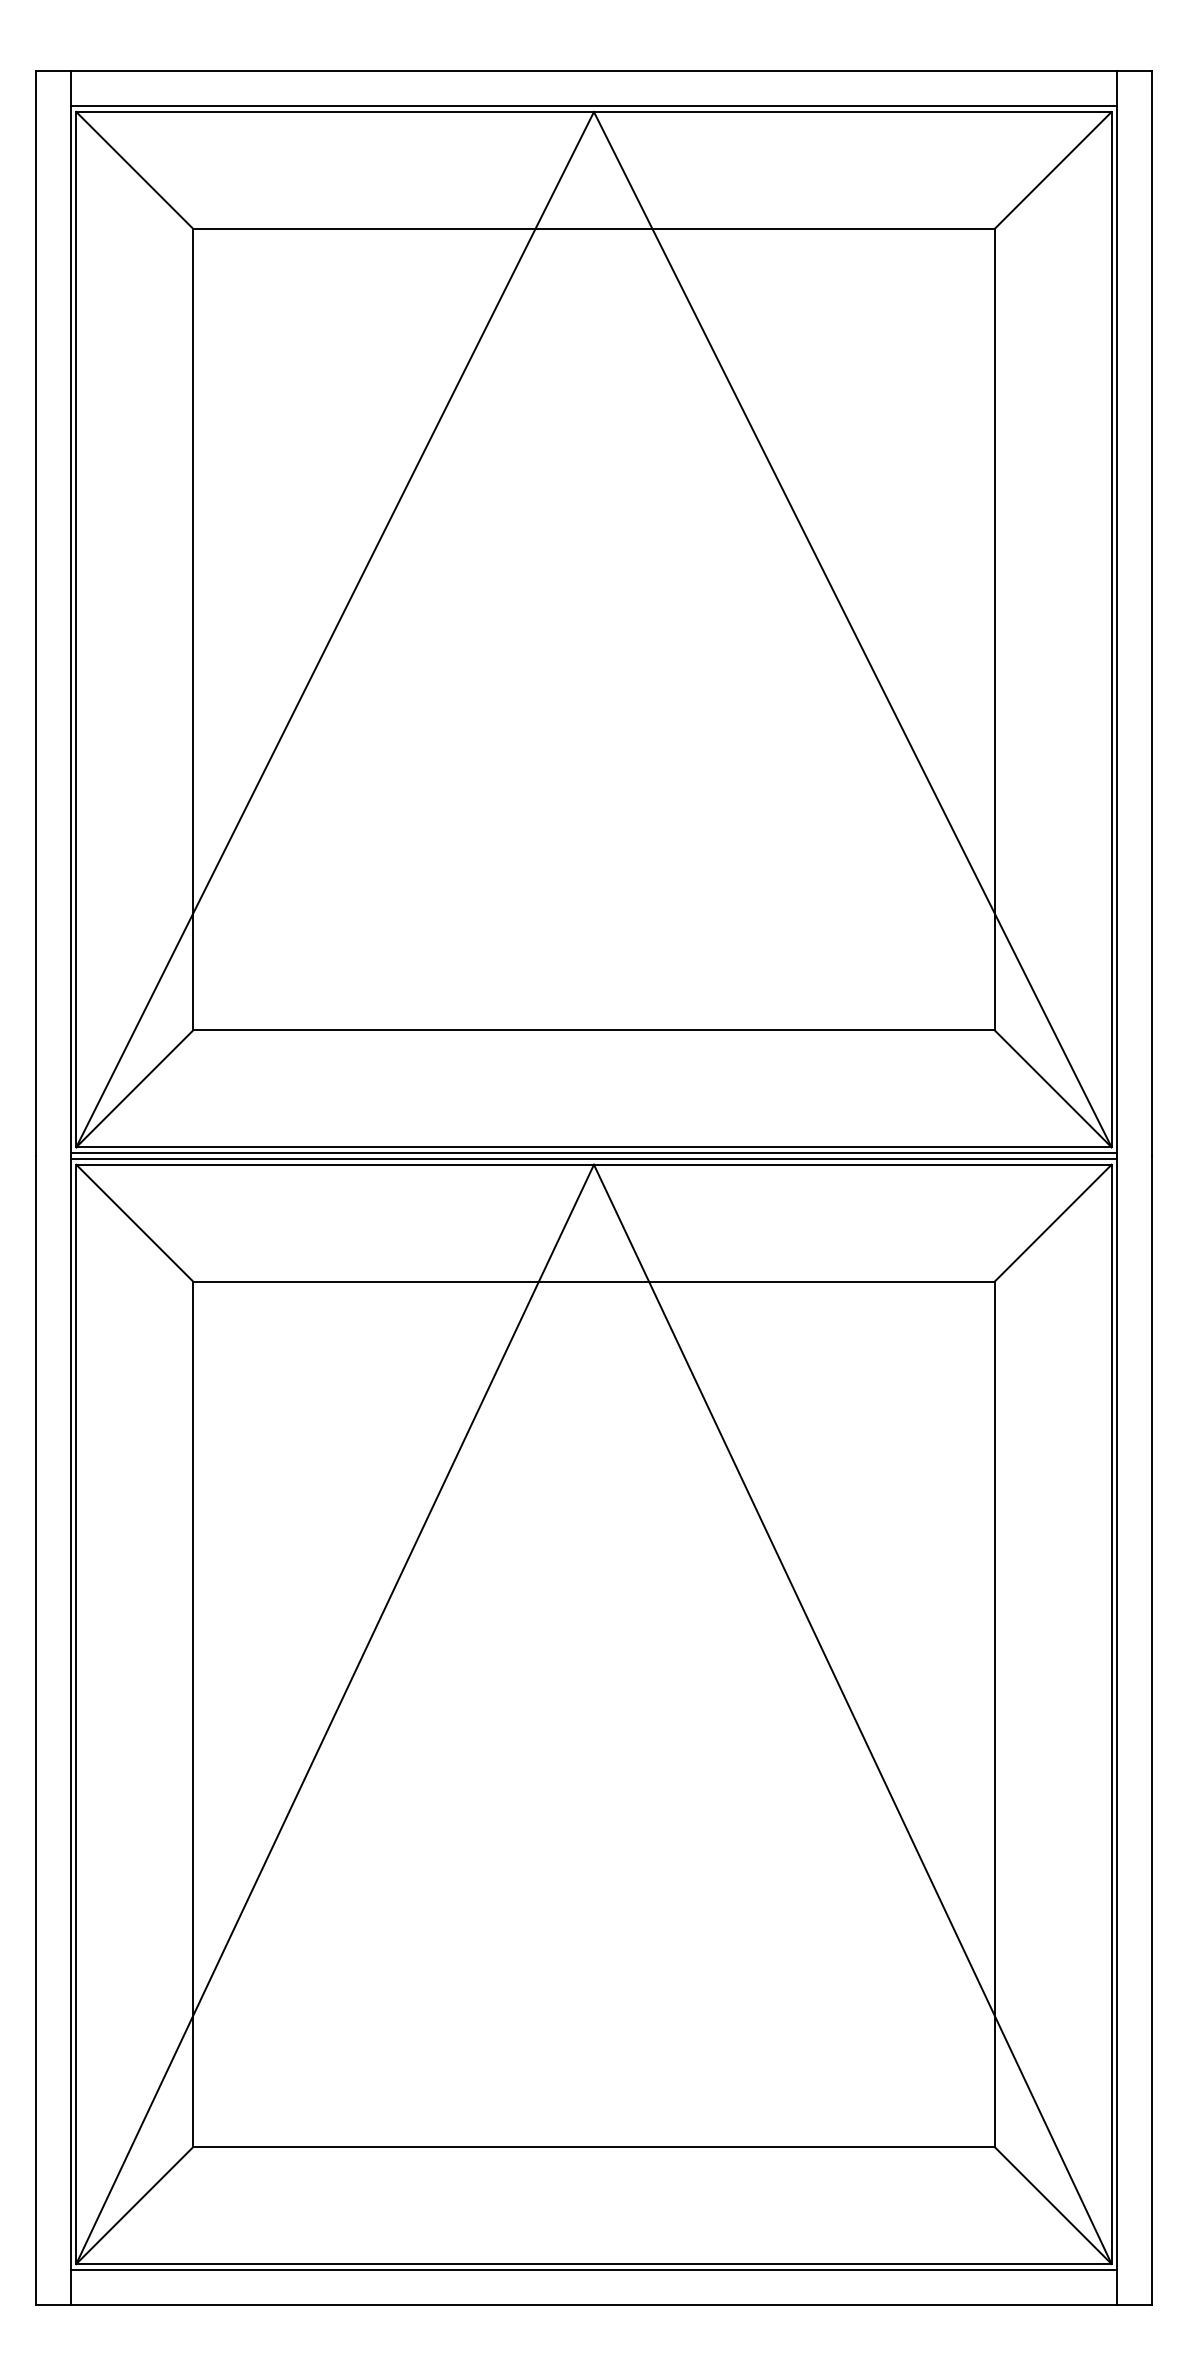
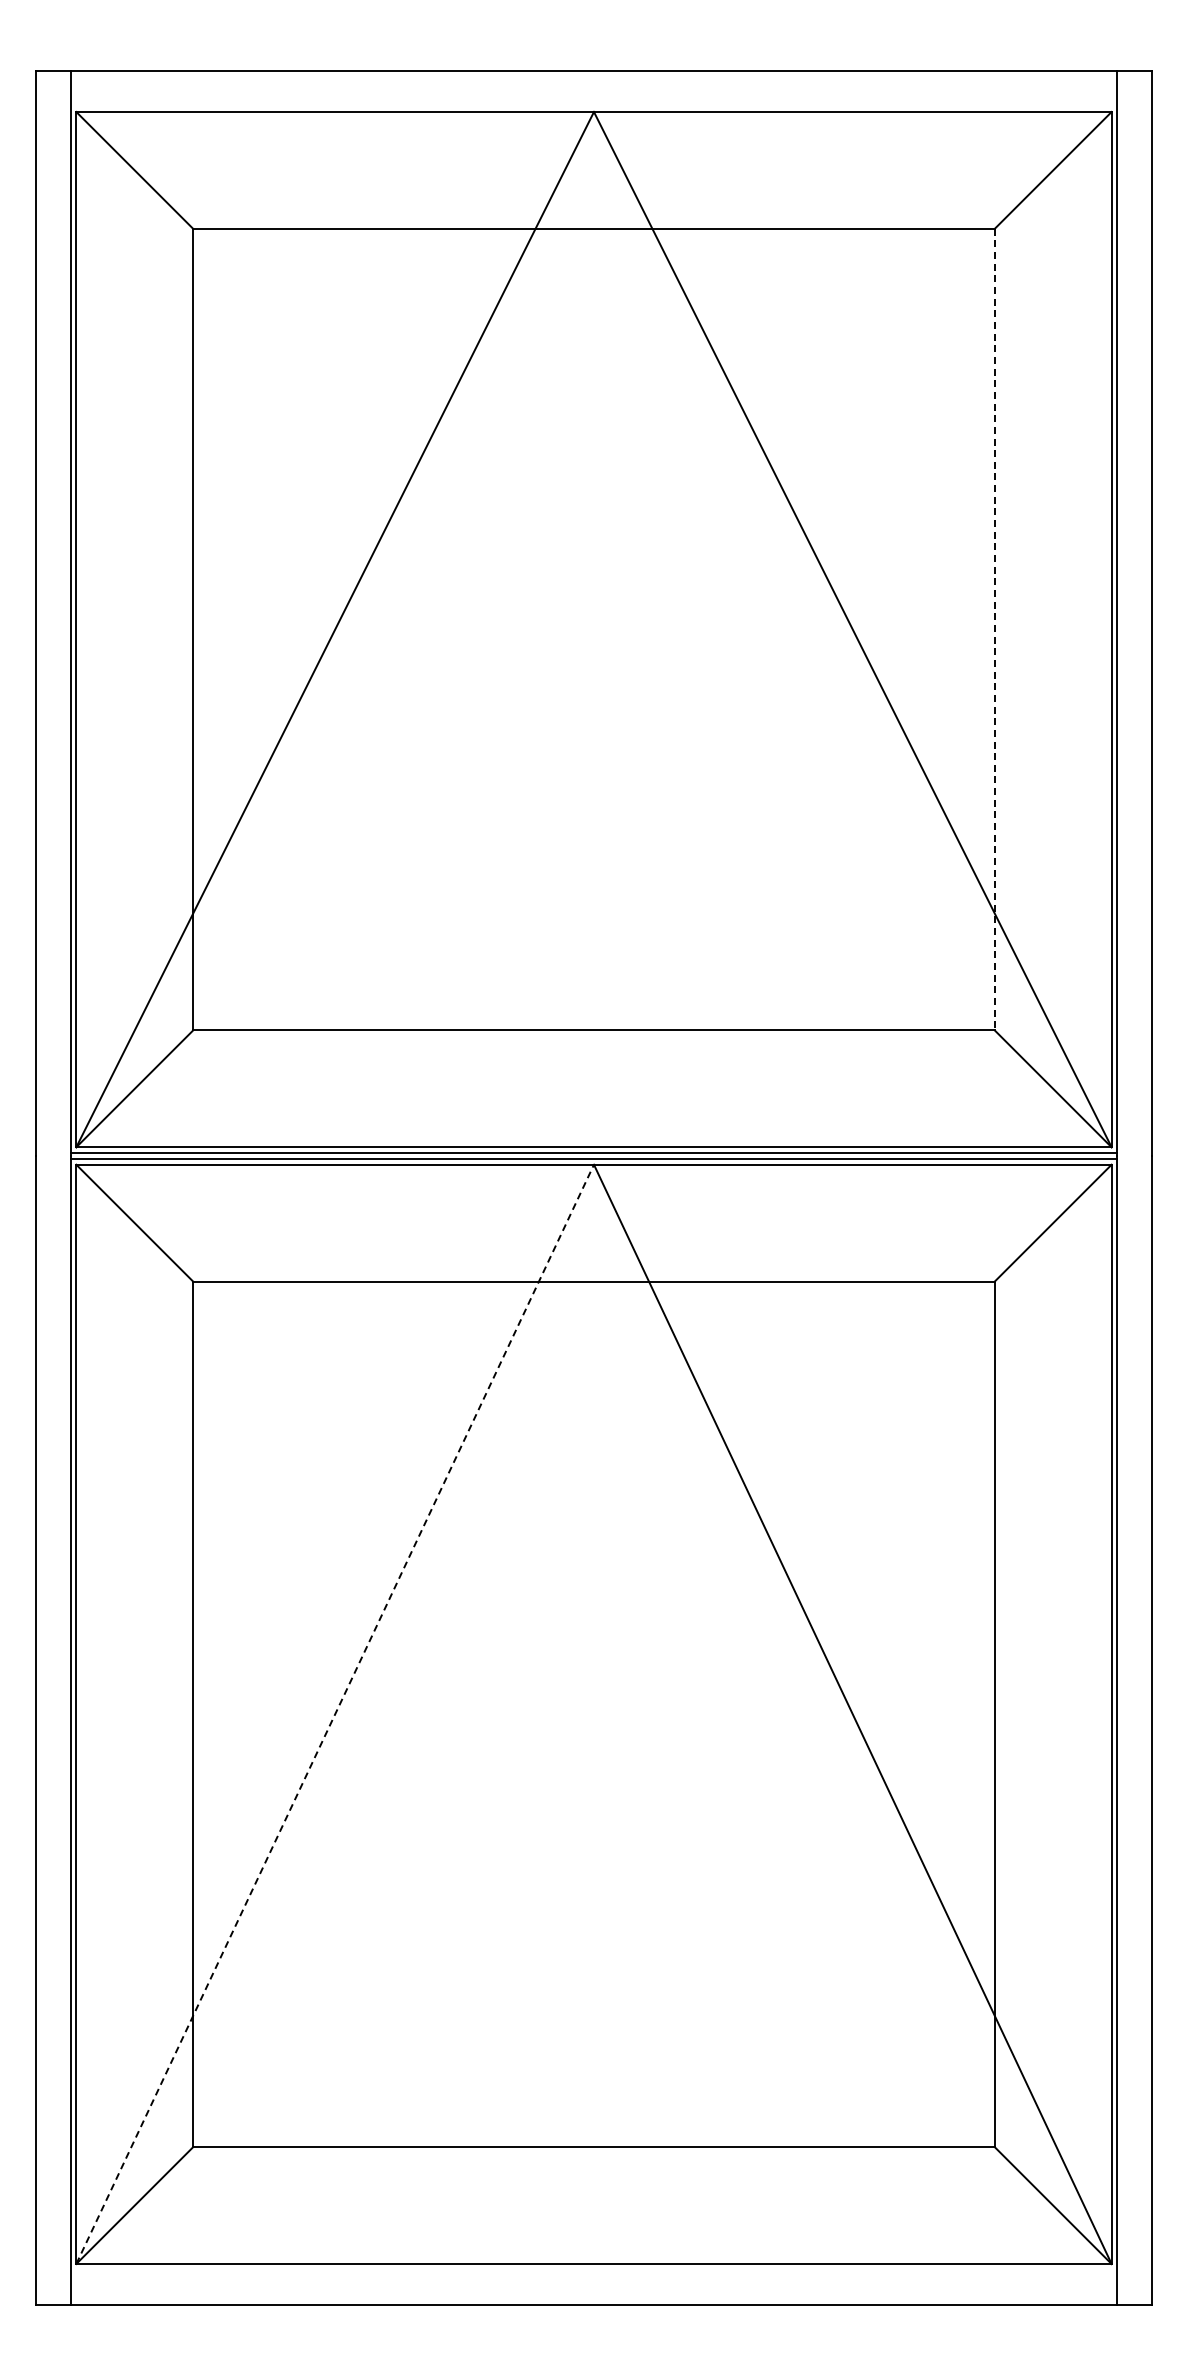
line at (593, 106): present -> none
line at (994, 629): solid -> dashed
line at (335, 1714): solid -> dashed
line at (593, 2269): present -> none
